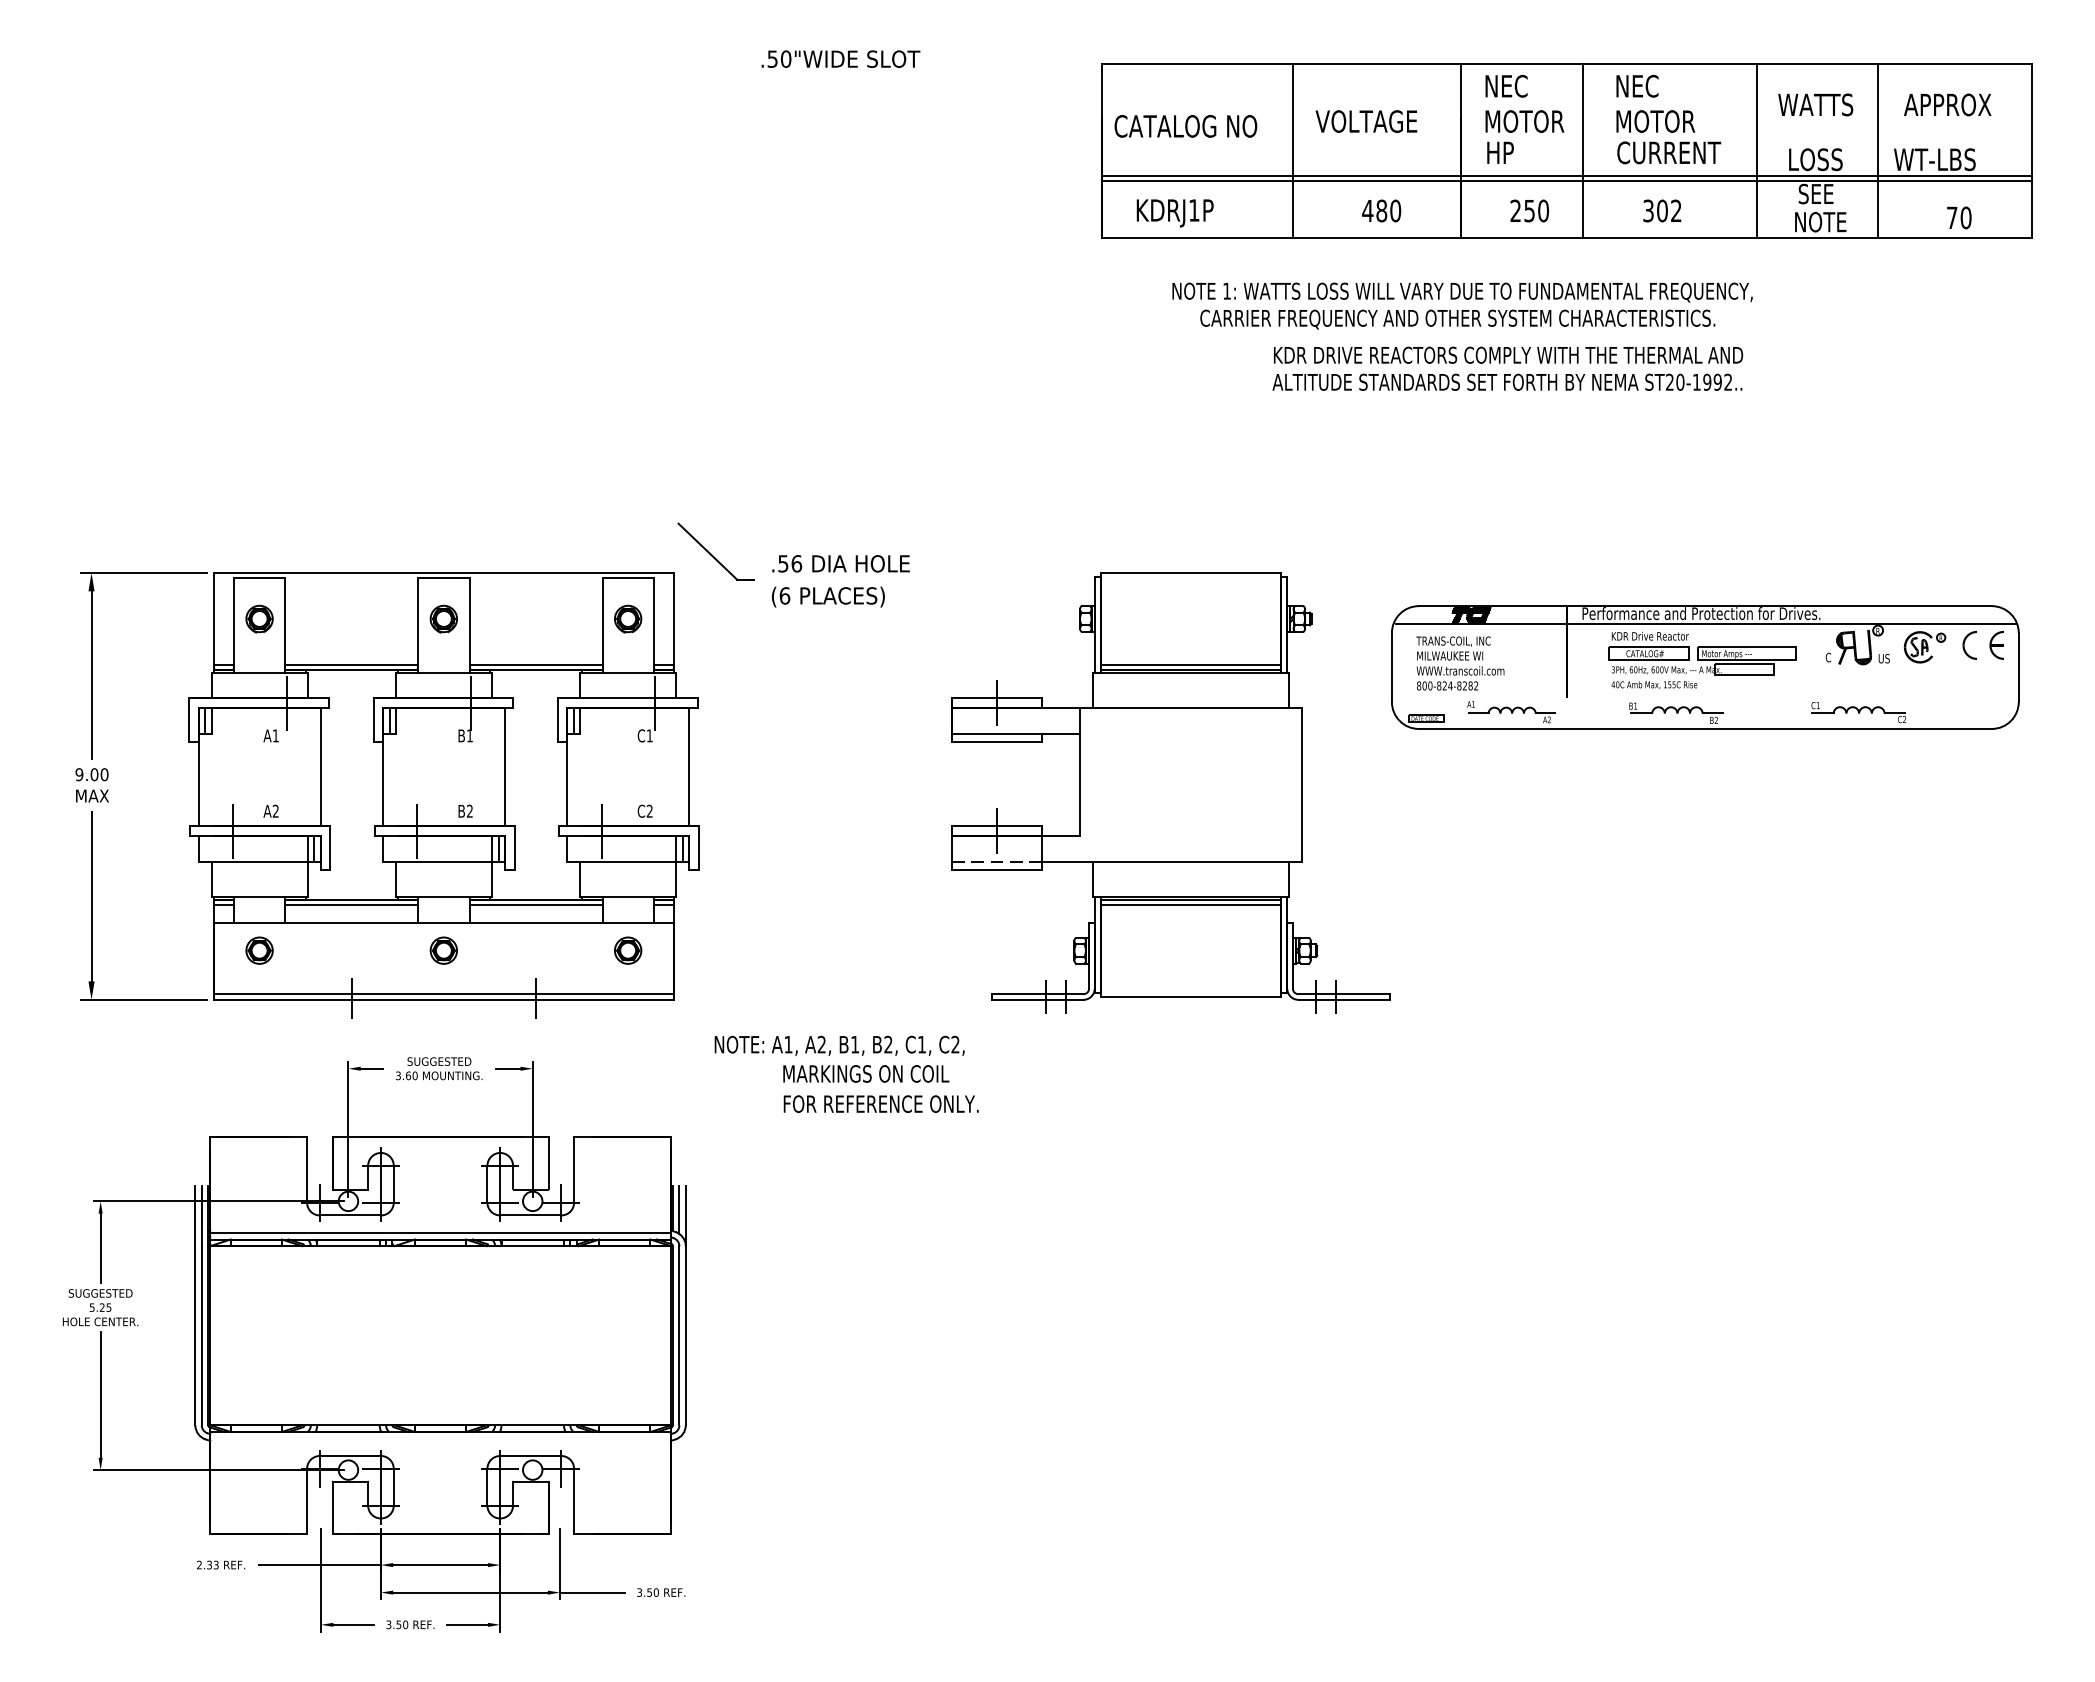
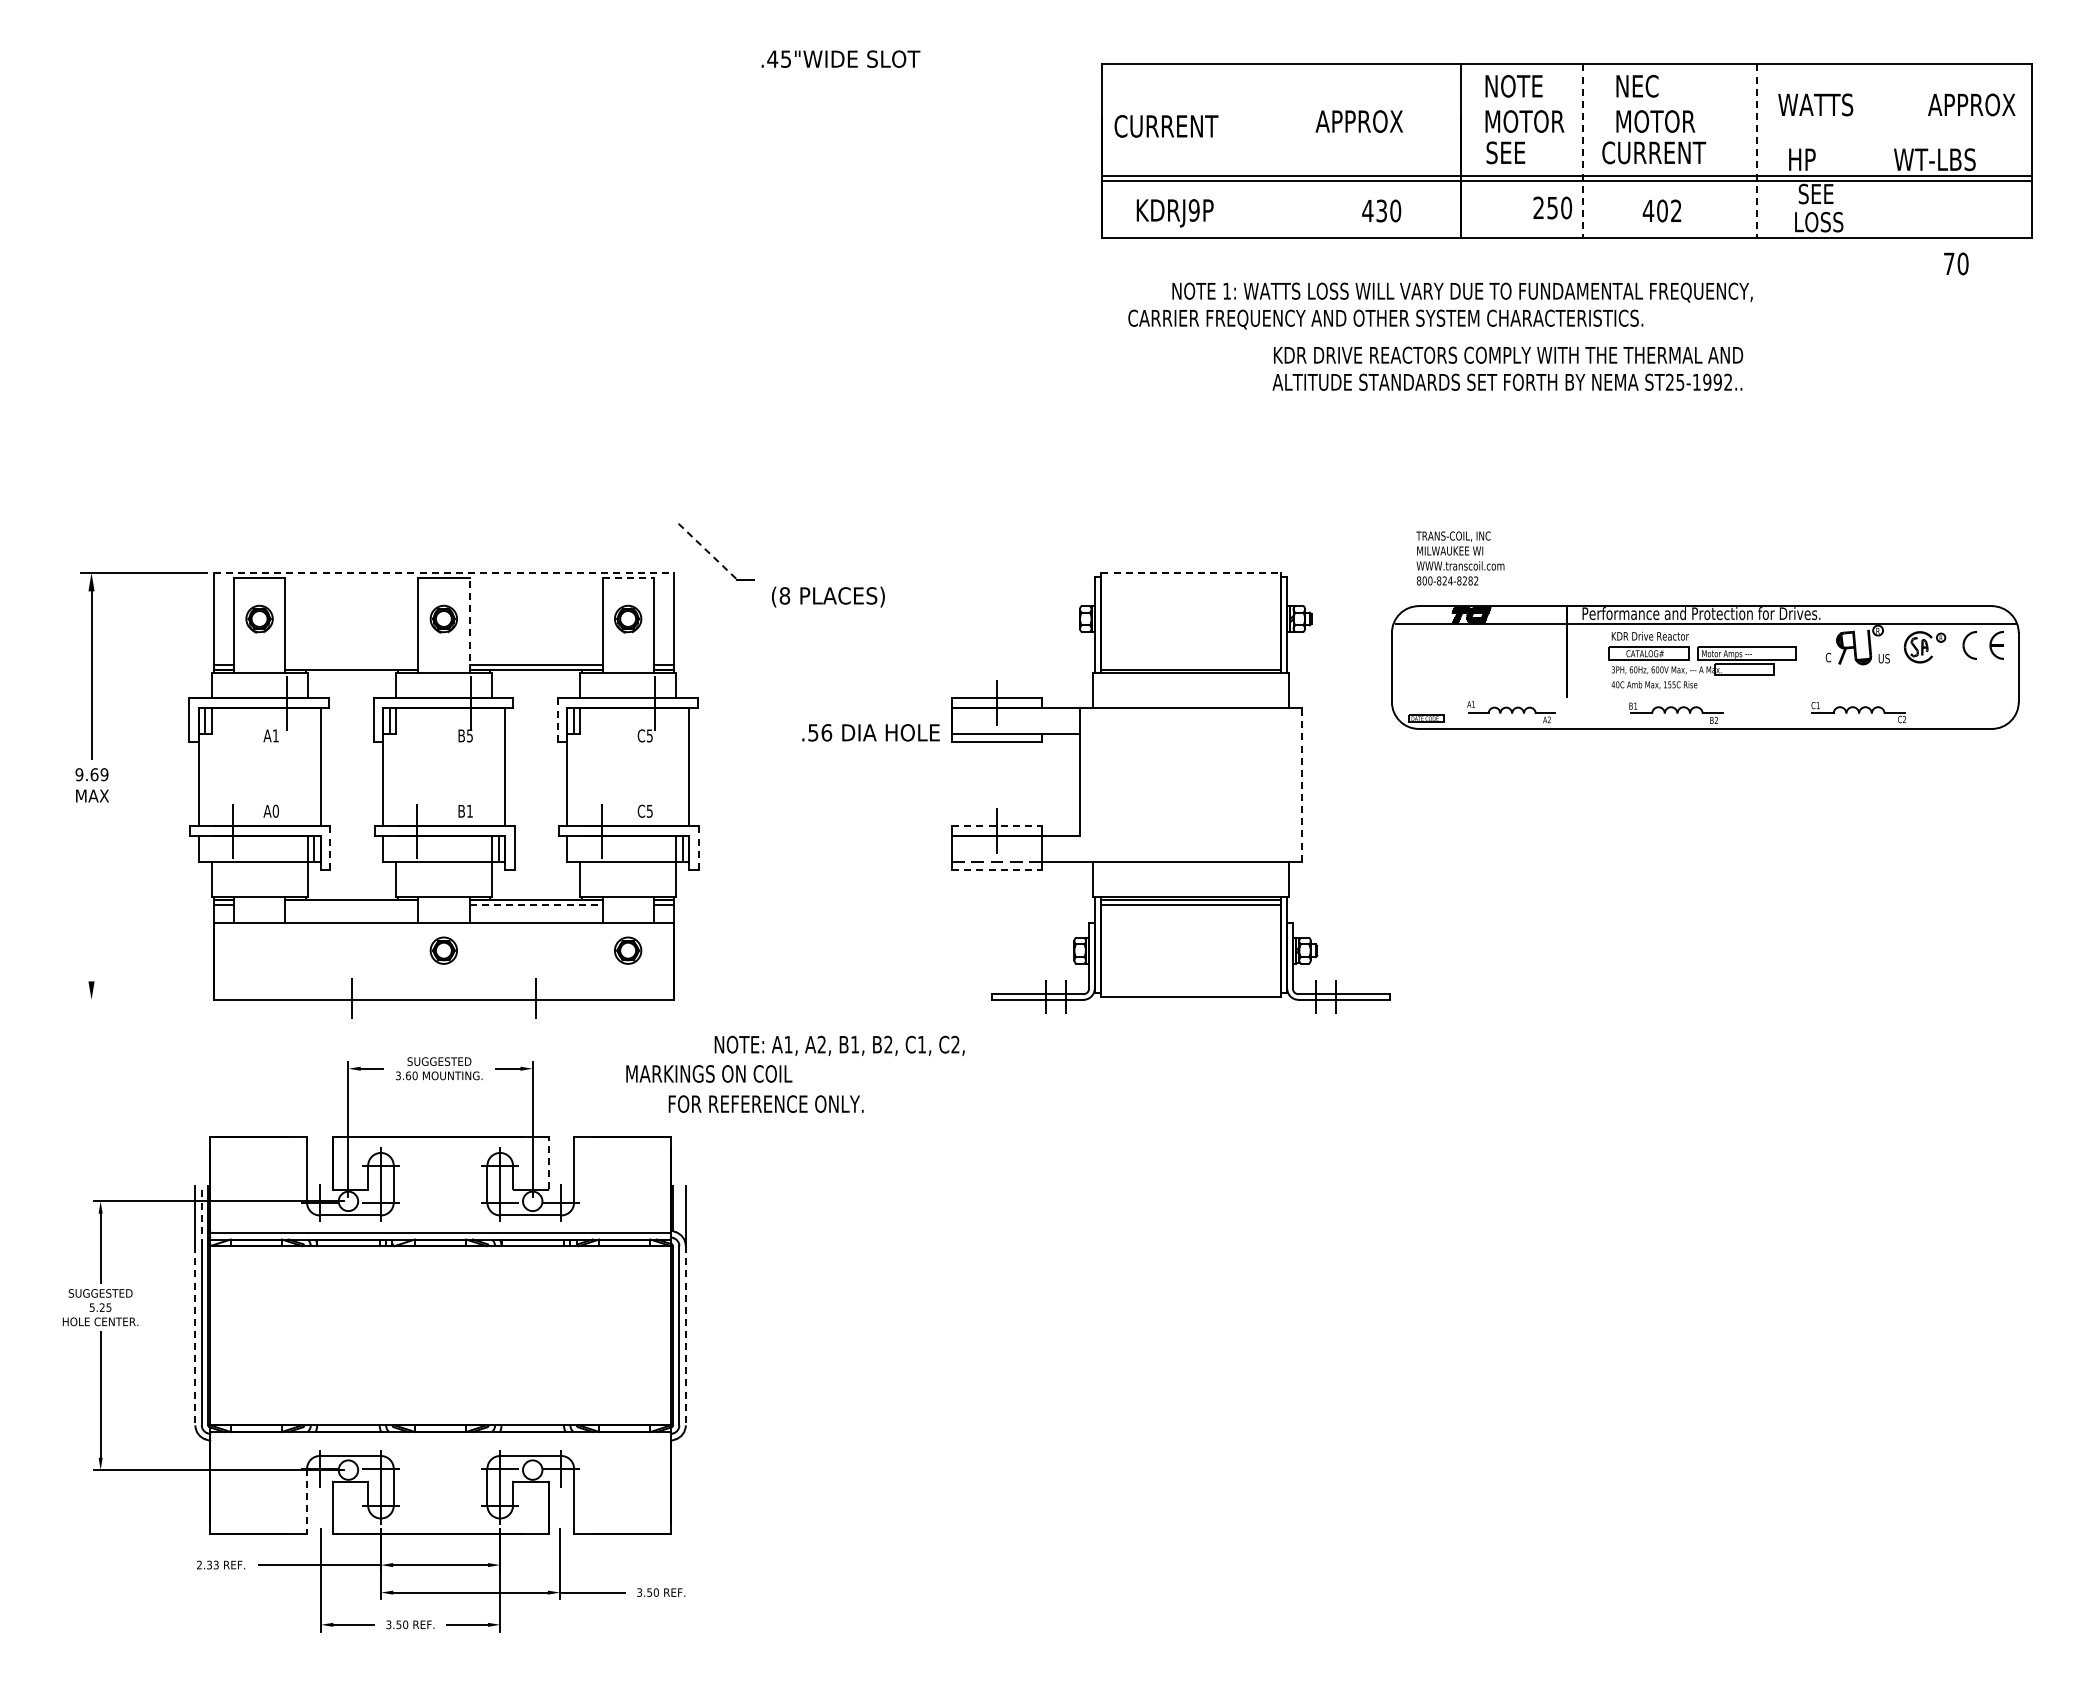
text at (779, 58): .50"WIDE -> .45"WIDE
text at (1521, 85): NEC -> NOTE
text at (1947, 104) position: (1947, 104) -> (1971, 104)
text at (1366, 121): VOLTAGE -> APPROX
text at (1193, 126): CATALOG NO -> CURRENT
line at (1293, 150): present -> none
line at (1878, 150): present -> none
line at (1582, 151): solid -> dashed
line at (1757, 151): solid -> dashed
text at (1505, 152): HP -> SEE
text at (1669, 152) position: (1669, 152) -> (1654, 152)
text at (1816, 159): LOSS -> HP
text at (1193, 210): KDRJ1P -> KDRJ9P
text at (1381, 210): 480 -> 430
text at (1529, 210) position: (1529, 210) -> (1552, 207)
text at (1648, 210): 302 -> 402
text at (1959, 217) position: (1959, 217) -> (1956, 263)
text at (1821, 221): NOTE -> LOSS
text at (1457, 319) position: (1457, 319) -> (1385, 319)
text at (1680, 381): ST20-1992.. -> ST25-1992..
line at (708, 551): solid -> dashed
text at (840, 563) position: (840, 563) -> (870, 732)
line at (444, 572): solid -> dashed
line at (1190, 572): solid -> dashed
line at (628, 578): solid -> dashed
text at (784, 595): (6 -> (8
line at (469, 625): solid -> dashed
text at (1460, 663) position: (1460, 663) -> (1460, 558)
line at (351, 665): present -> none
line at (1190, 665): present -> none
line at (557, 720): solid -> dashed
text at (469, 735): B1 -> B5
text at (649, 735): C1 -> C5
text at (99, 774): 9.00 -> 9.69
line at (1302, 784): solid -> dashed
text at (275, 810): A2 -> A0
text at (469, 810): B2 -> B1
text at (649, 810): C2 -> C5
line at (996, 826): solid -> dashed
line at (330, 848): solid -> dashed
line at (698, 848): solid -> dashed
line at (996, 869): solid -> dashed
line at (91, 896): present -> none
line at (351, 904): present -> none
line at (536, 904): solid -> dashed
part at (259, 950): present -> none
line at (443, 994): present -> none
line at (144, 999): present -> none
text at (866, 1073) position: (866, 1073) -> (709, 1073)
text at (880, 1103) position: (880, 1103) -> (765, 1103)
line at (548, 1162): solid -> dashed
line at (679, 1210): present -> none
line at (201, 1216): solid -> dashed
line at (195, 1335): solid -> dashed
line at (685, 1335): solid -> dashed
line at (307, 1501): solid -> dashed
